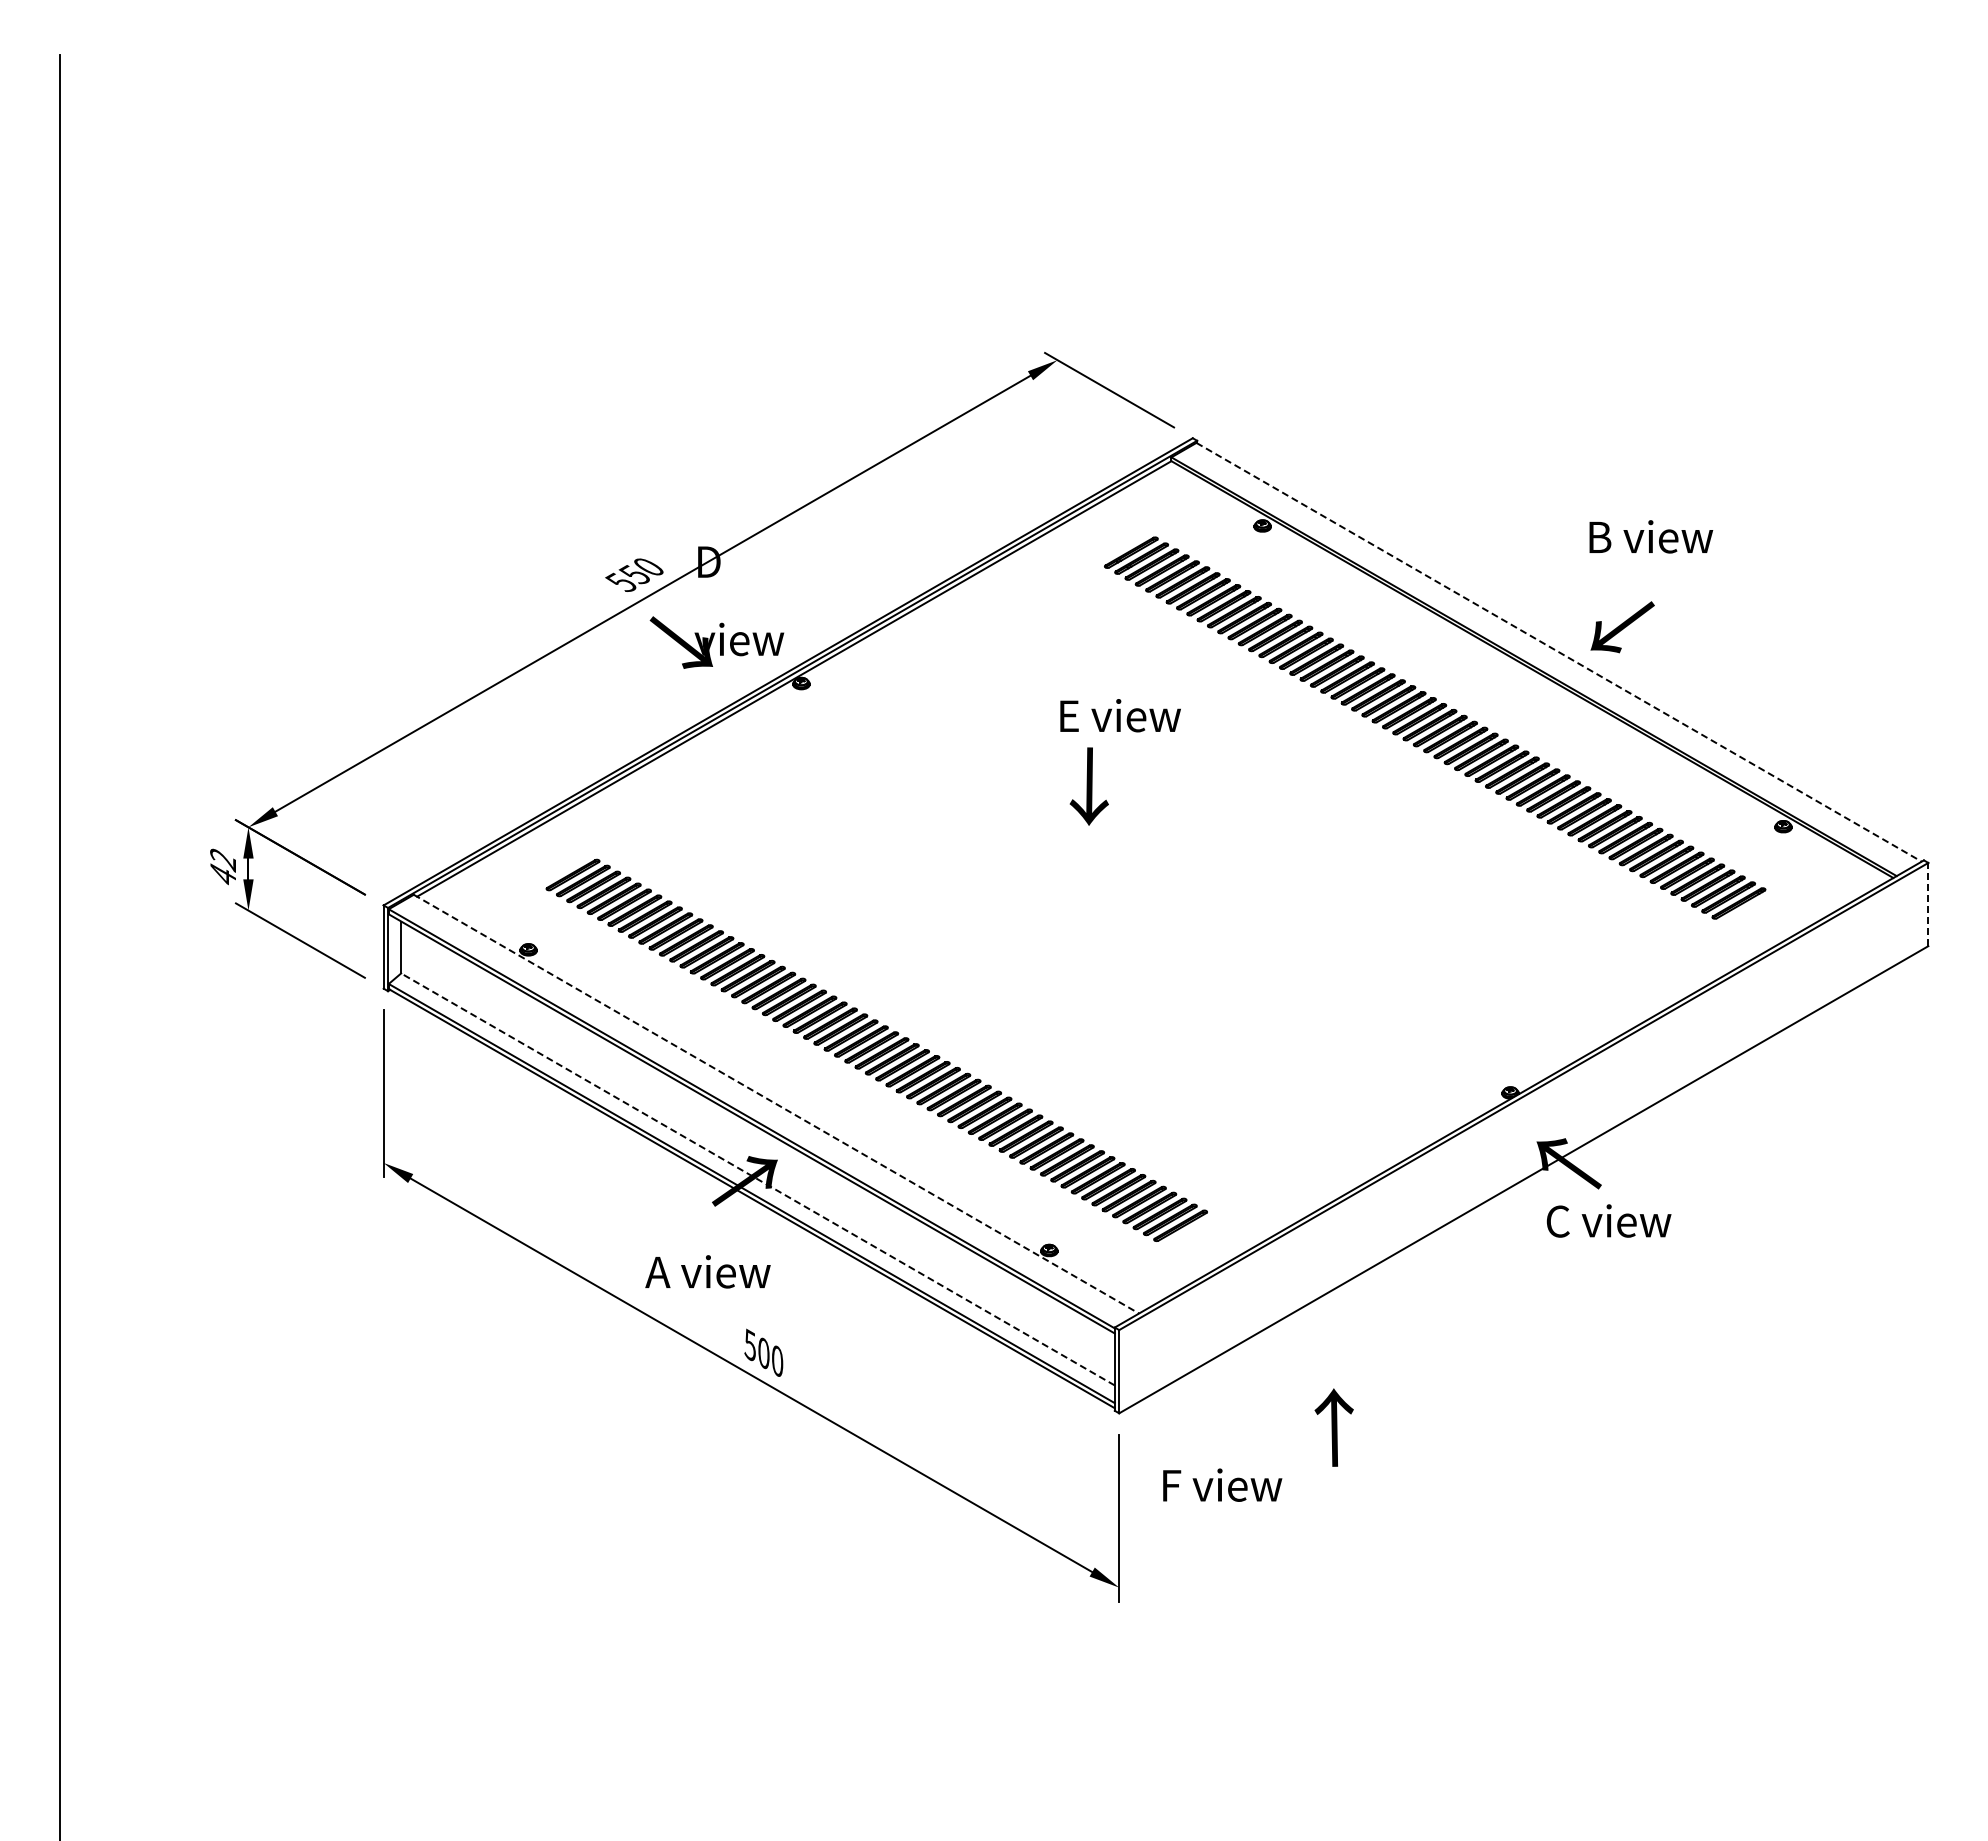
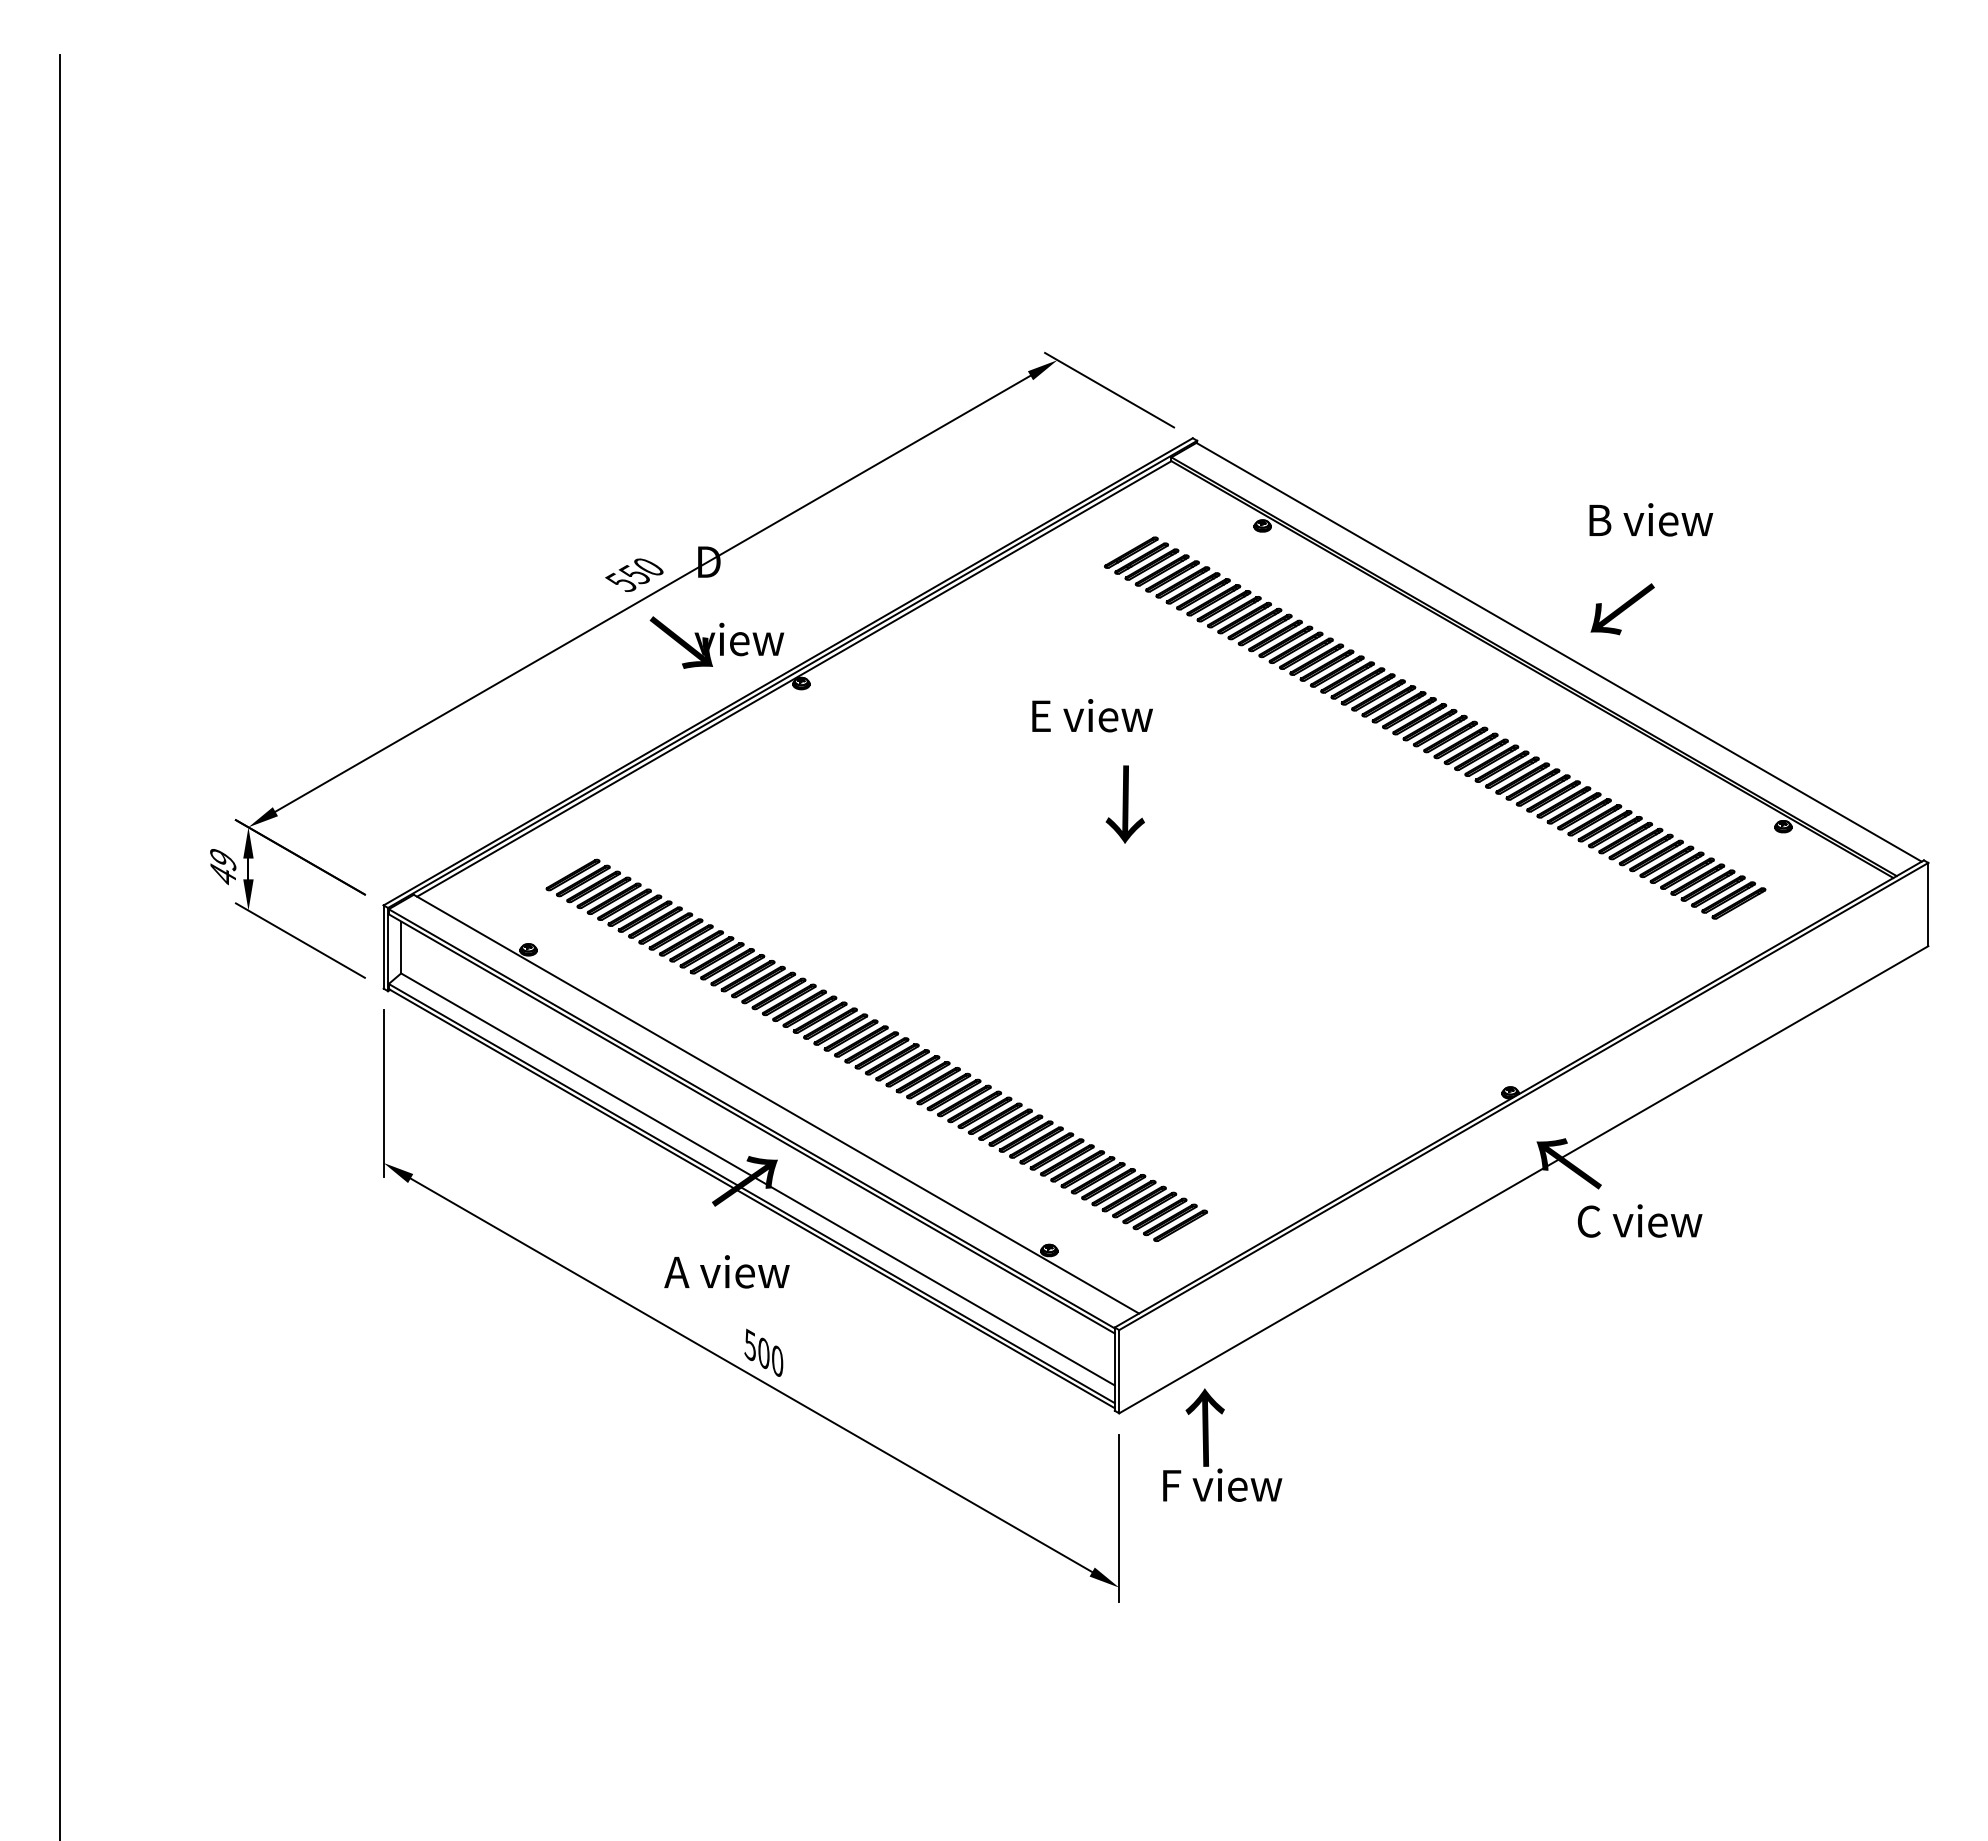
text at (1651, 536) position: (1651, 536) -> (1651, 519)
text at (1622, 627) position: (1622, 627) -> (1622, 609)
line at (1559, 652): dashed -> solid
text at (1120, 715) position: (1120, 715) -> (1092, 715)
text at (1088, 786) position: (1088, 786) -> (1124, 804)
text at (223, 860): 42 -> 49
line at (1928, 904): dashed -> solid
line at (776, 1104): dashed -> solid
line at (757, 1179): dashed -> solid
text at (1608, 1220) position: (1608, 1220) -> (1639, 1220)
text at (707, 1271) position: (707, 1271) -> (726, 1271)
text at (1333, 1427) position: (1333, 1427) -> (1204, 1427)
